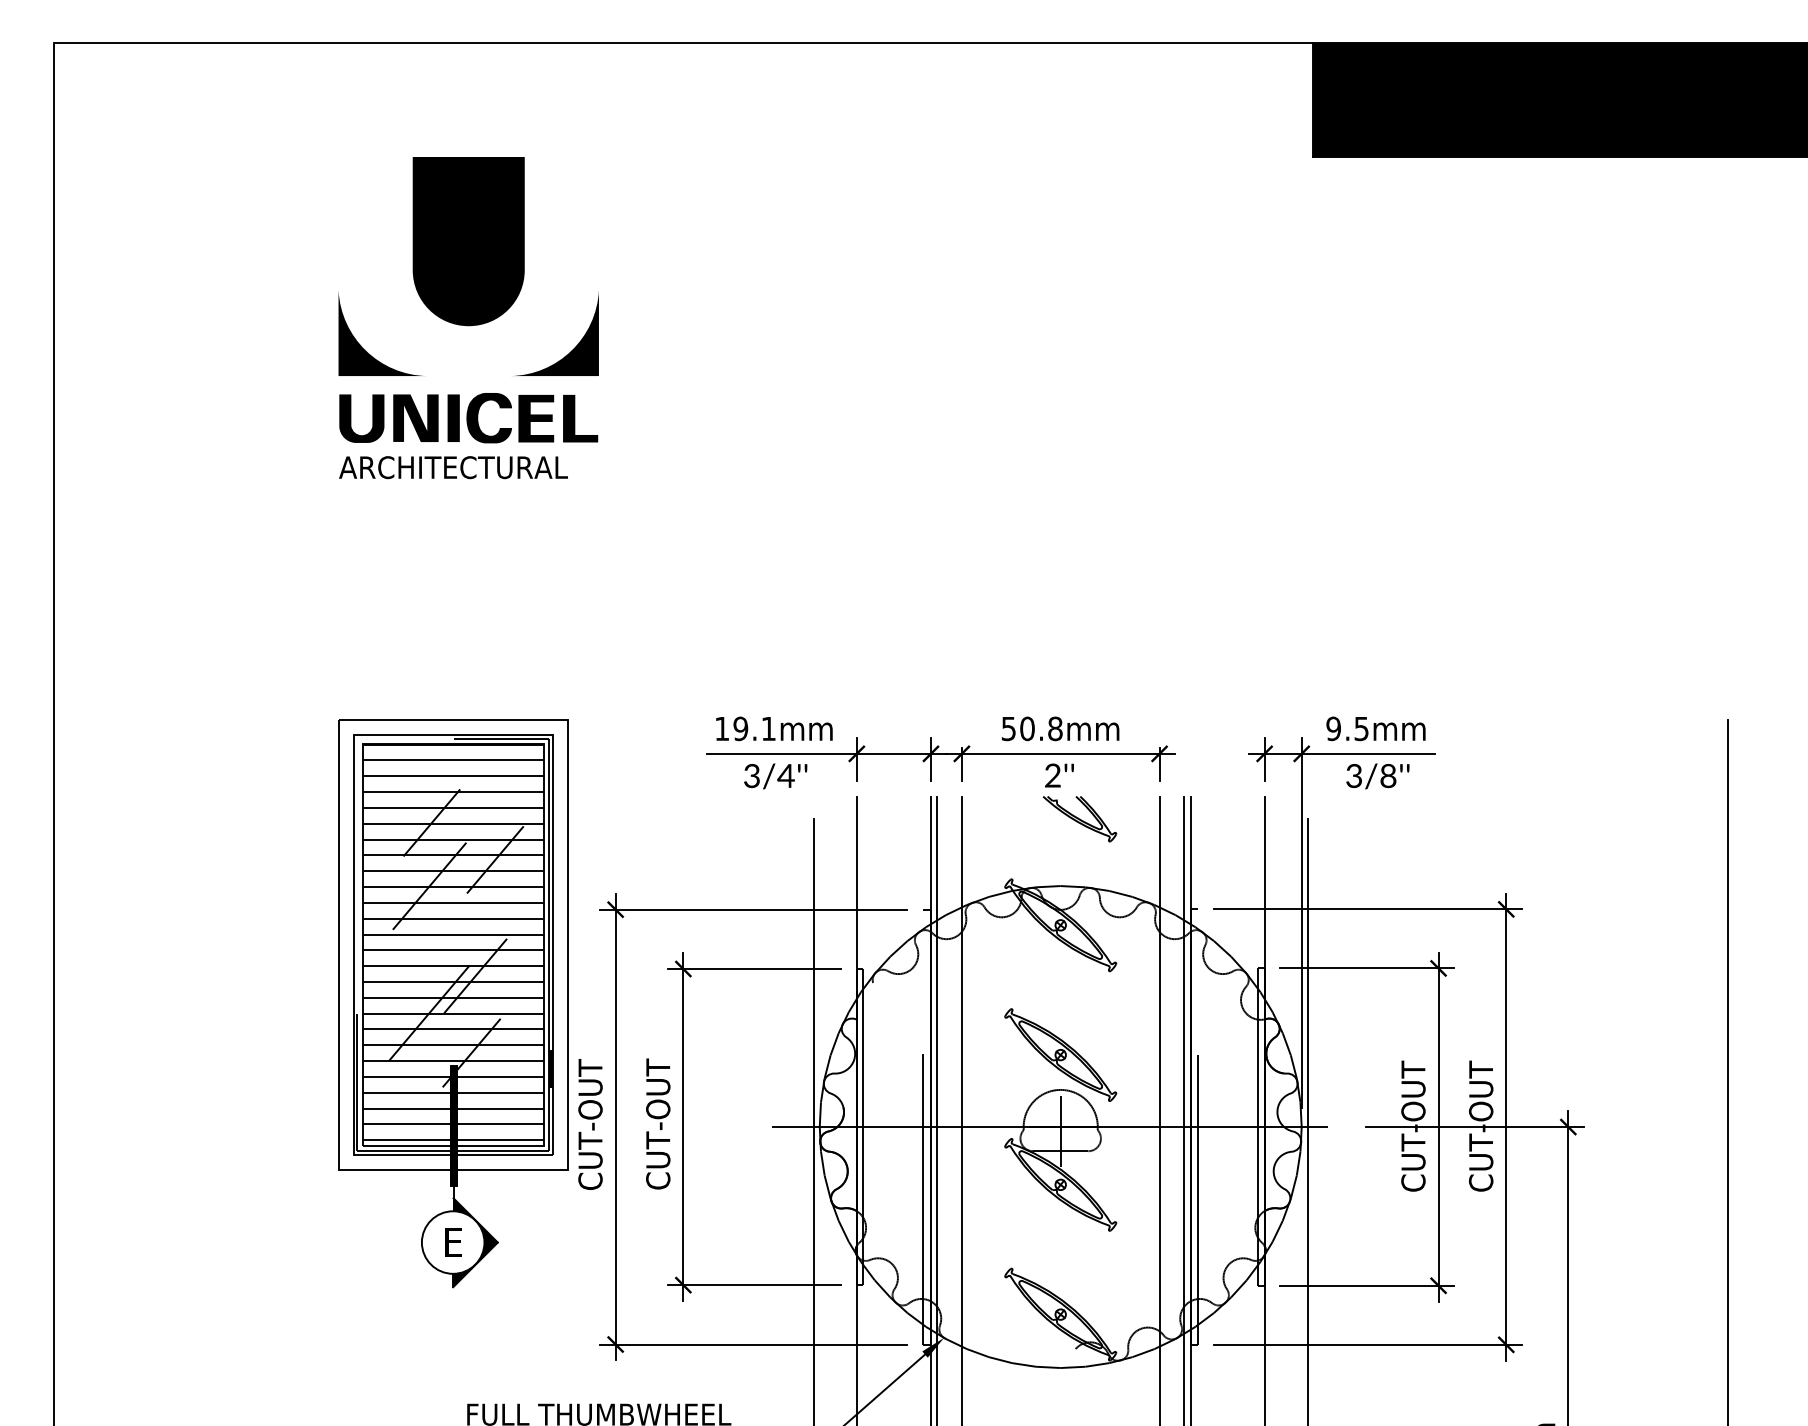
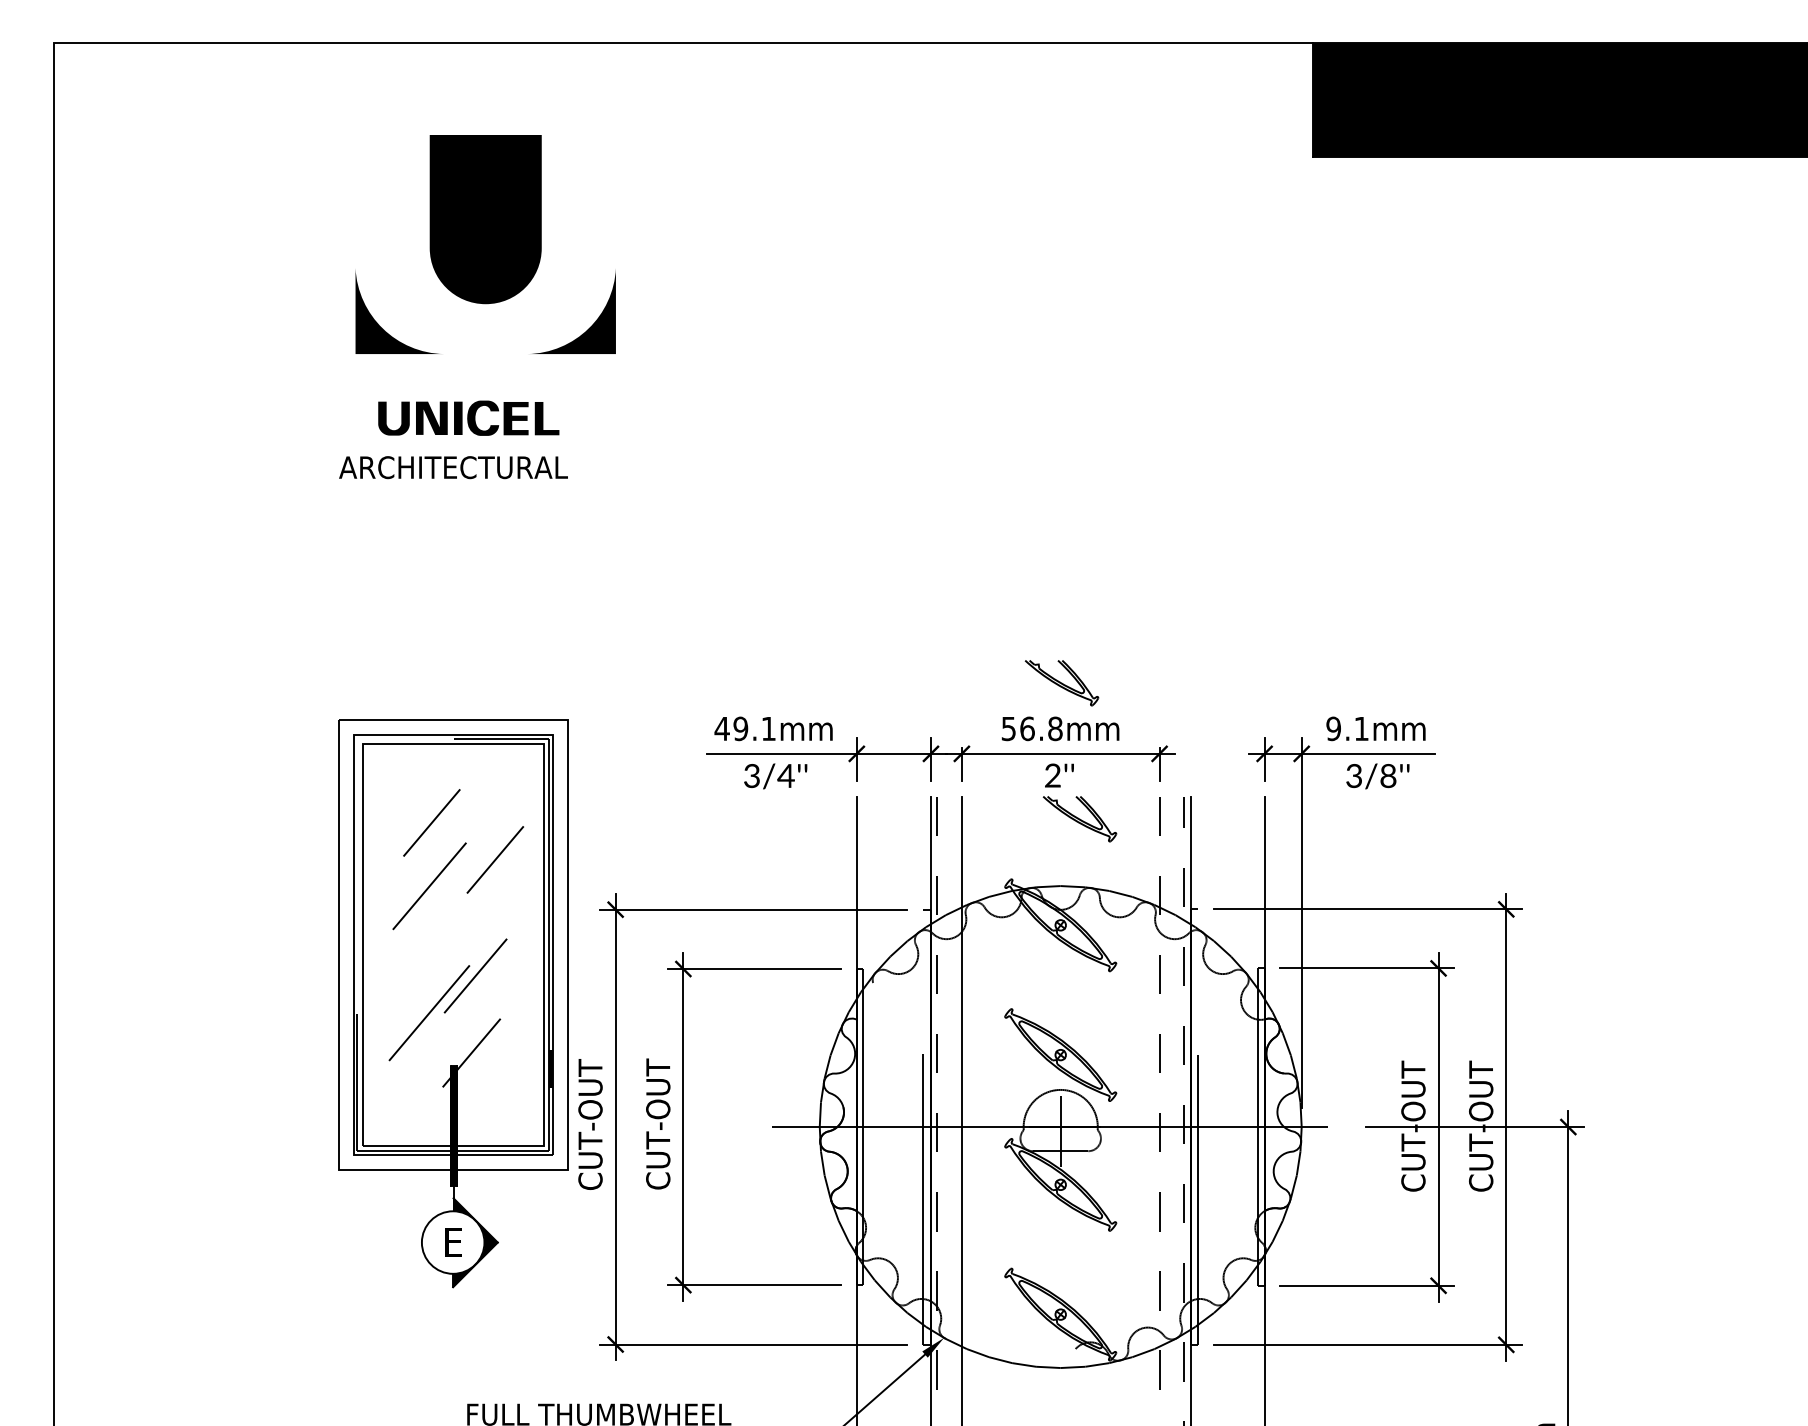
part at (468, 266) position: (468, 266) -> (485, 244)
part at (468, 418) size: 260x51 px -> 182x36 px
part at (1061, 683): none -> present
text at (721, 728): 19.1mm -> 49.1mm
text at (1027, 728): 50.8mm -> 56.8mm
text at (1361, 729): 9.5mm -> 9.1mm
hatch at (453, 942): present -> none
line at (1728, 1071): present -> none
line at (1184, 1110): solid -> dashed
line at (937, 1111): solid -> dashed
line at (1159, 1111): solid -> dashed
line at (813, 1120): present -> none
line at (1307, 1120): present -> none
